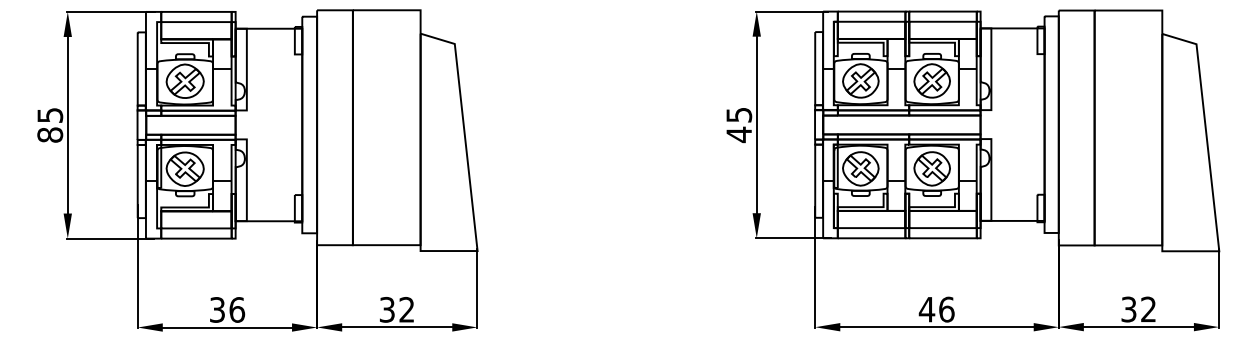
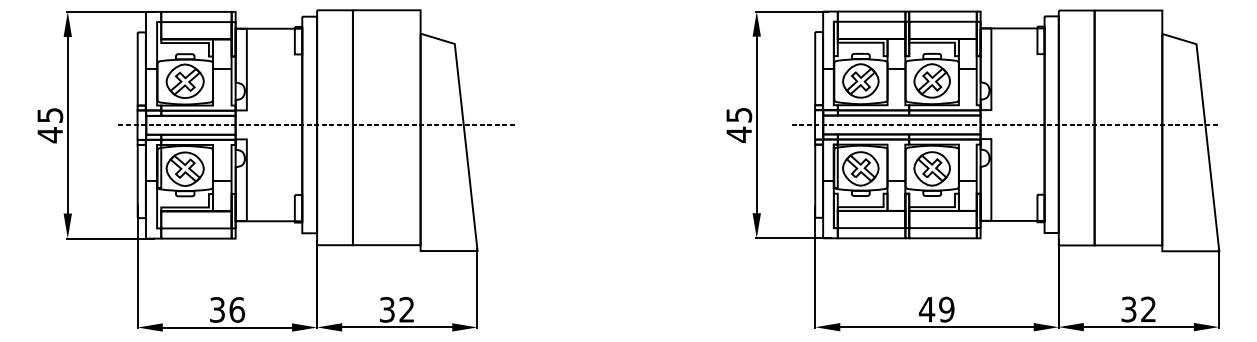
line at (315, 125): none -> present
line at (1003, 125): none -> present
text at (50, 135): 85 -> 45
text at (946, 309): 46 -> 49
